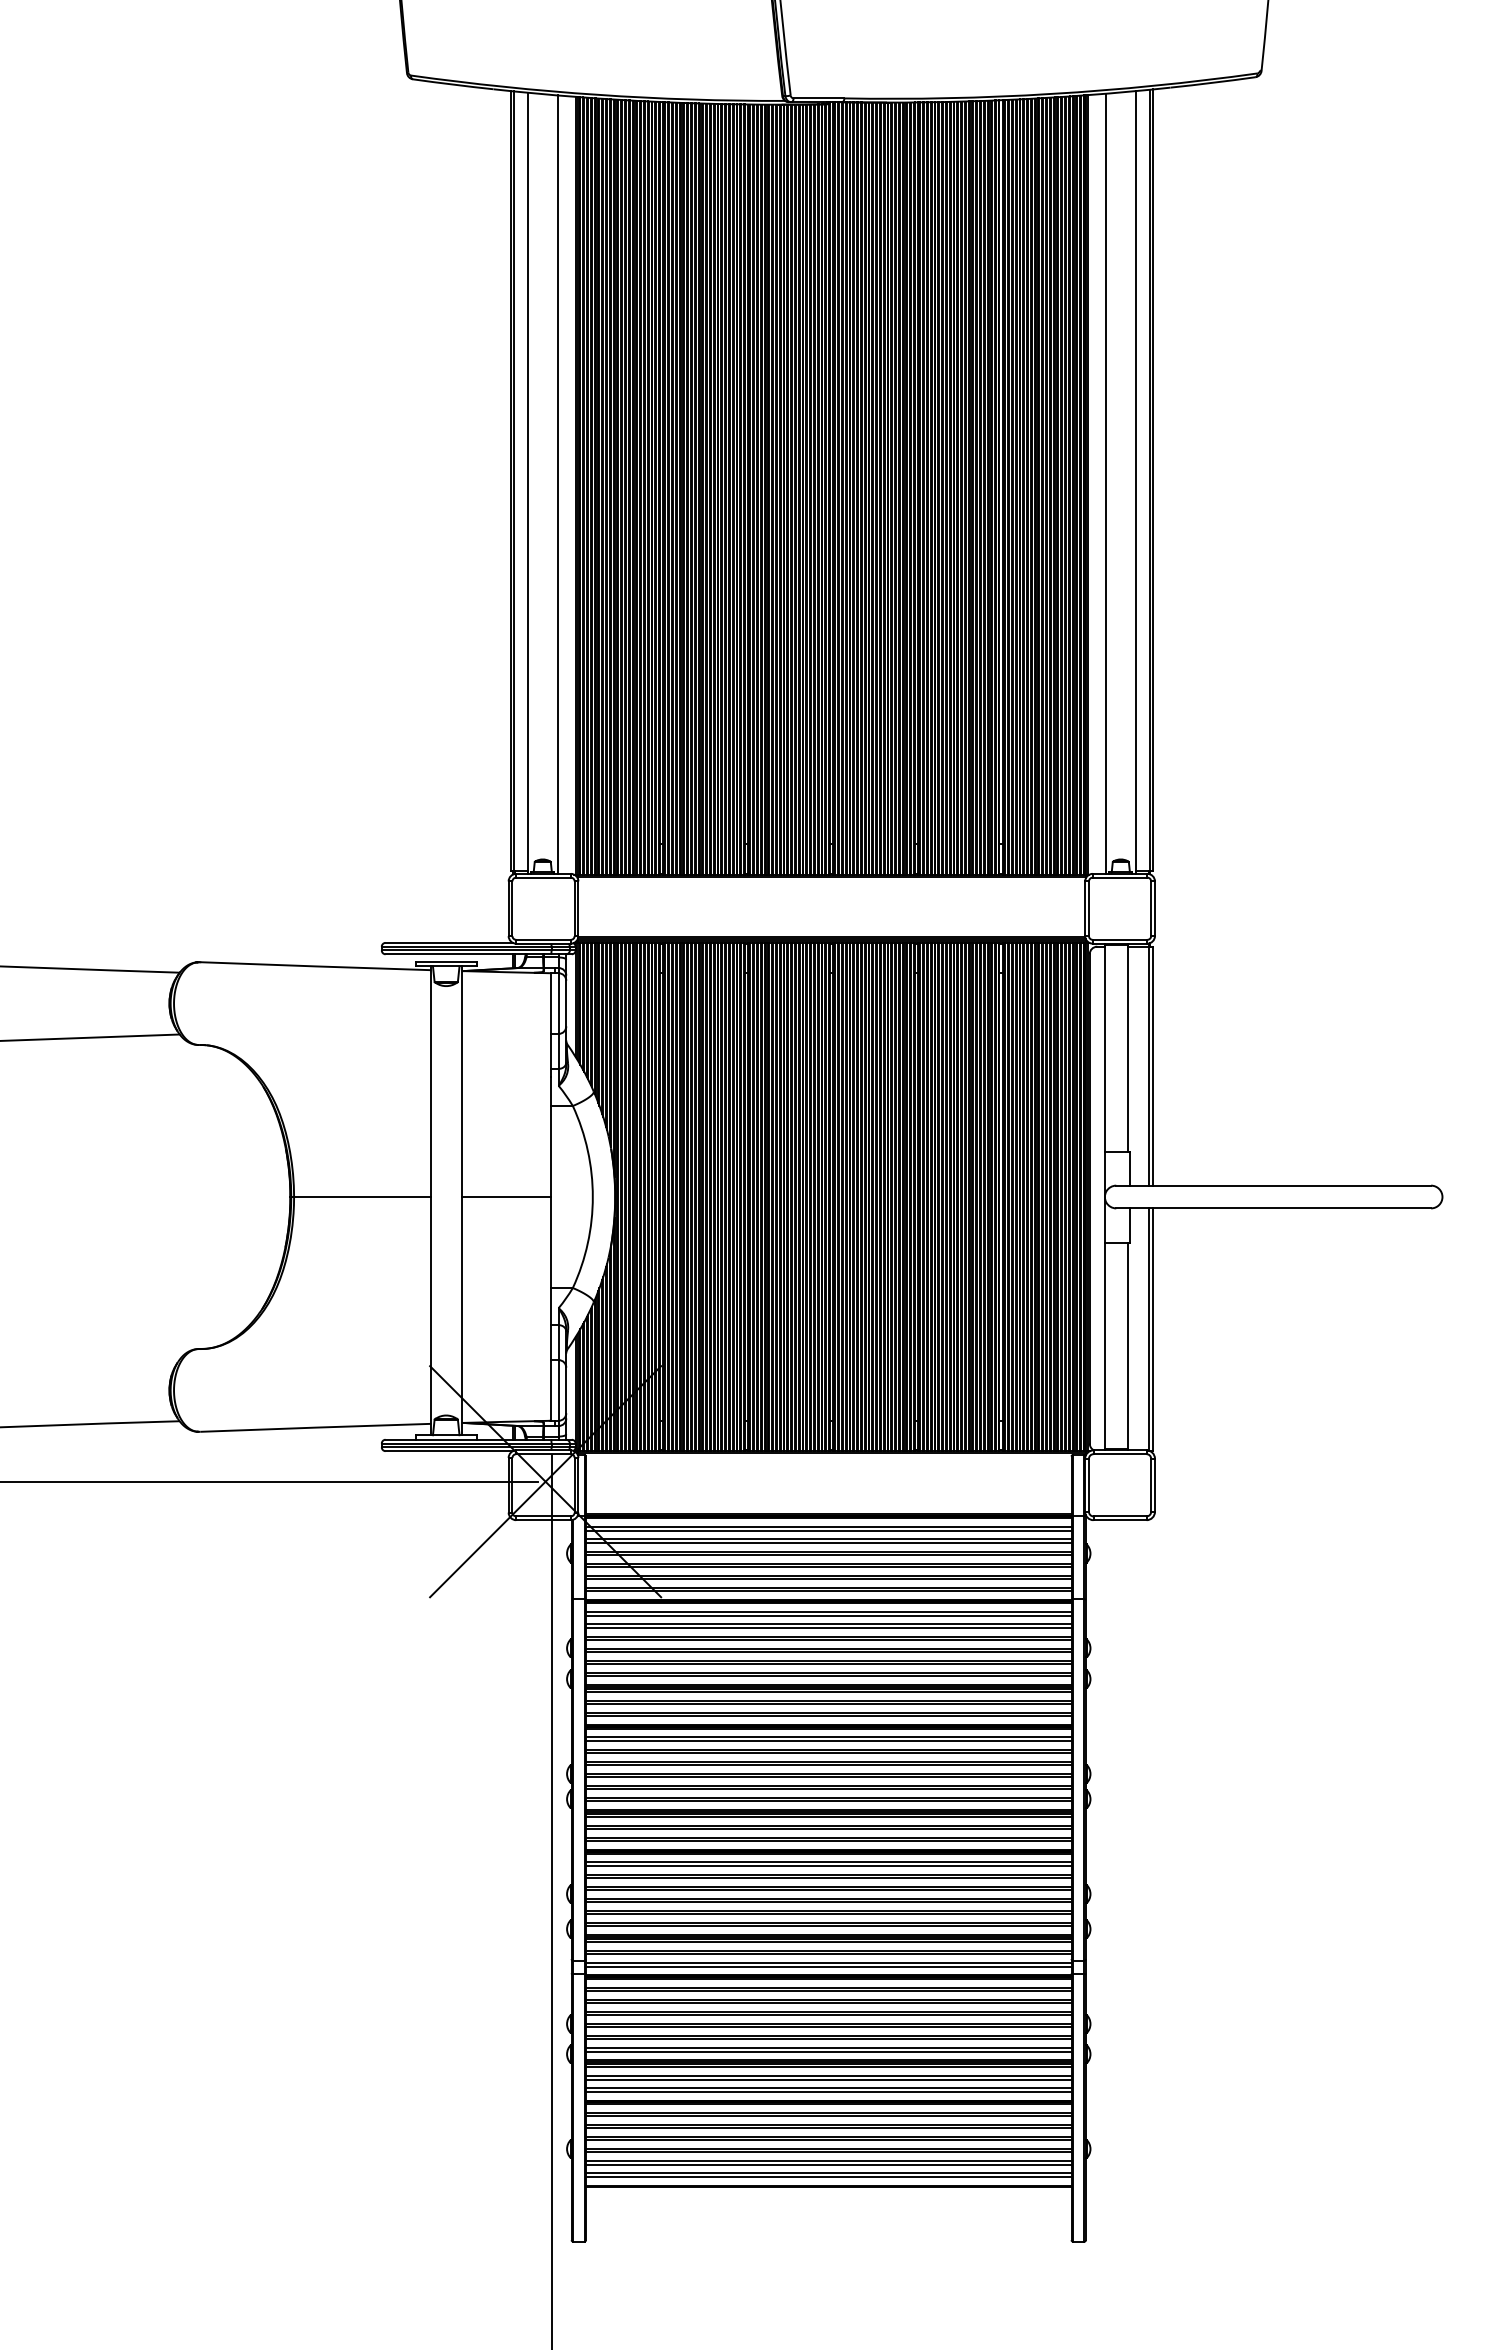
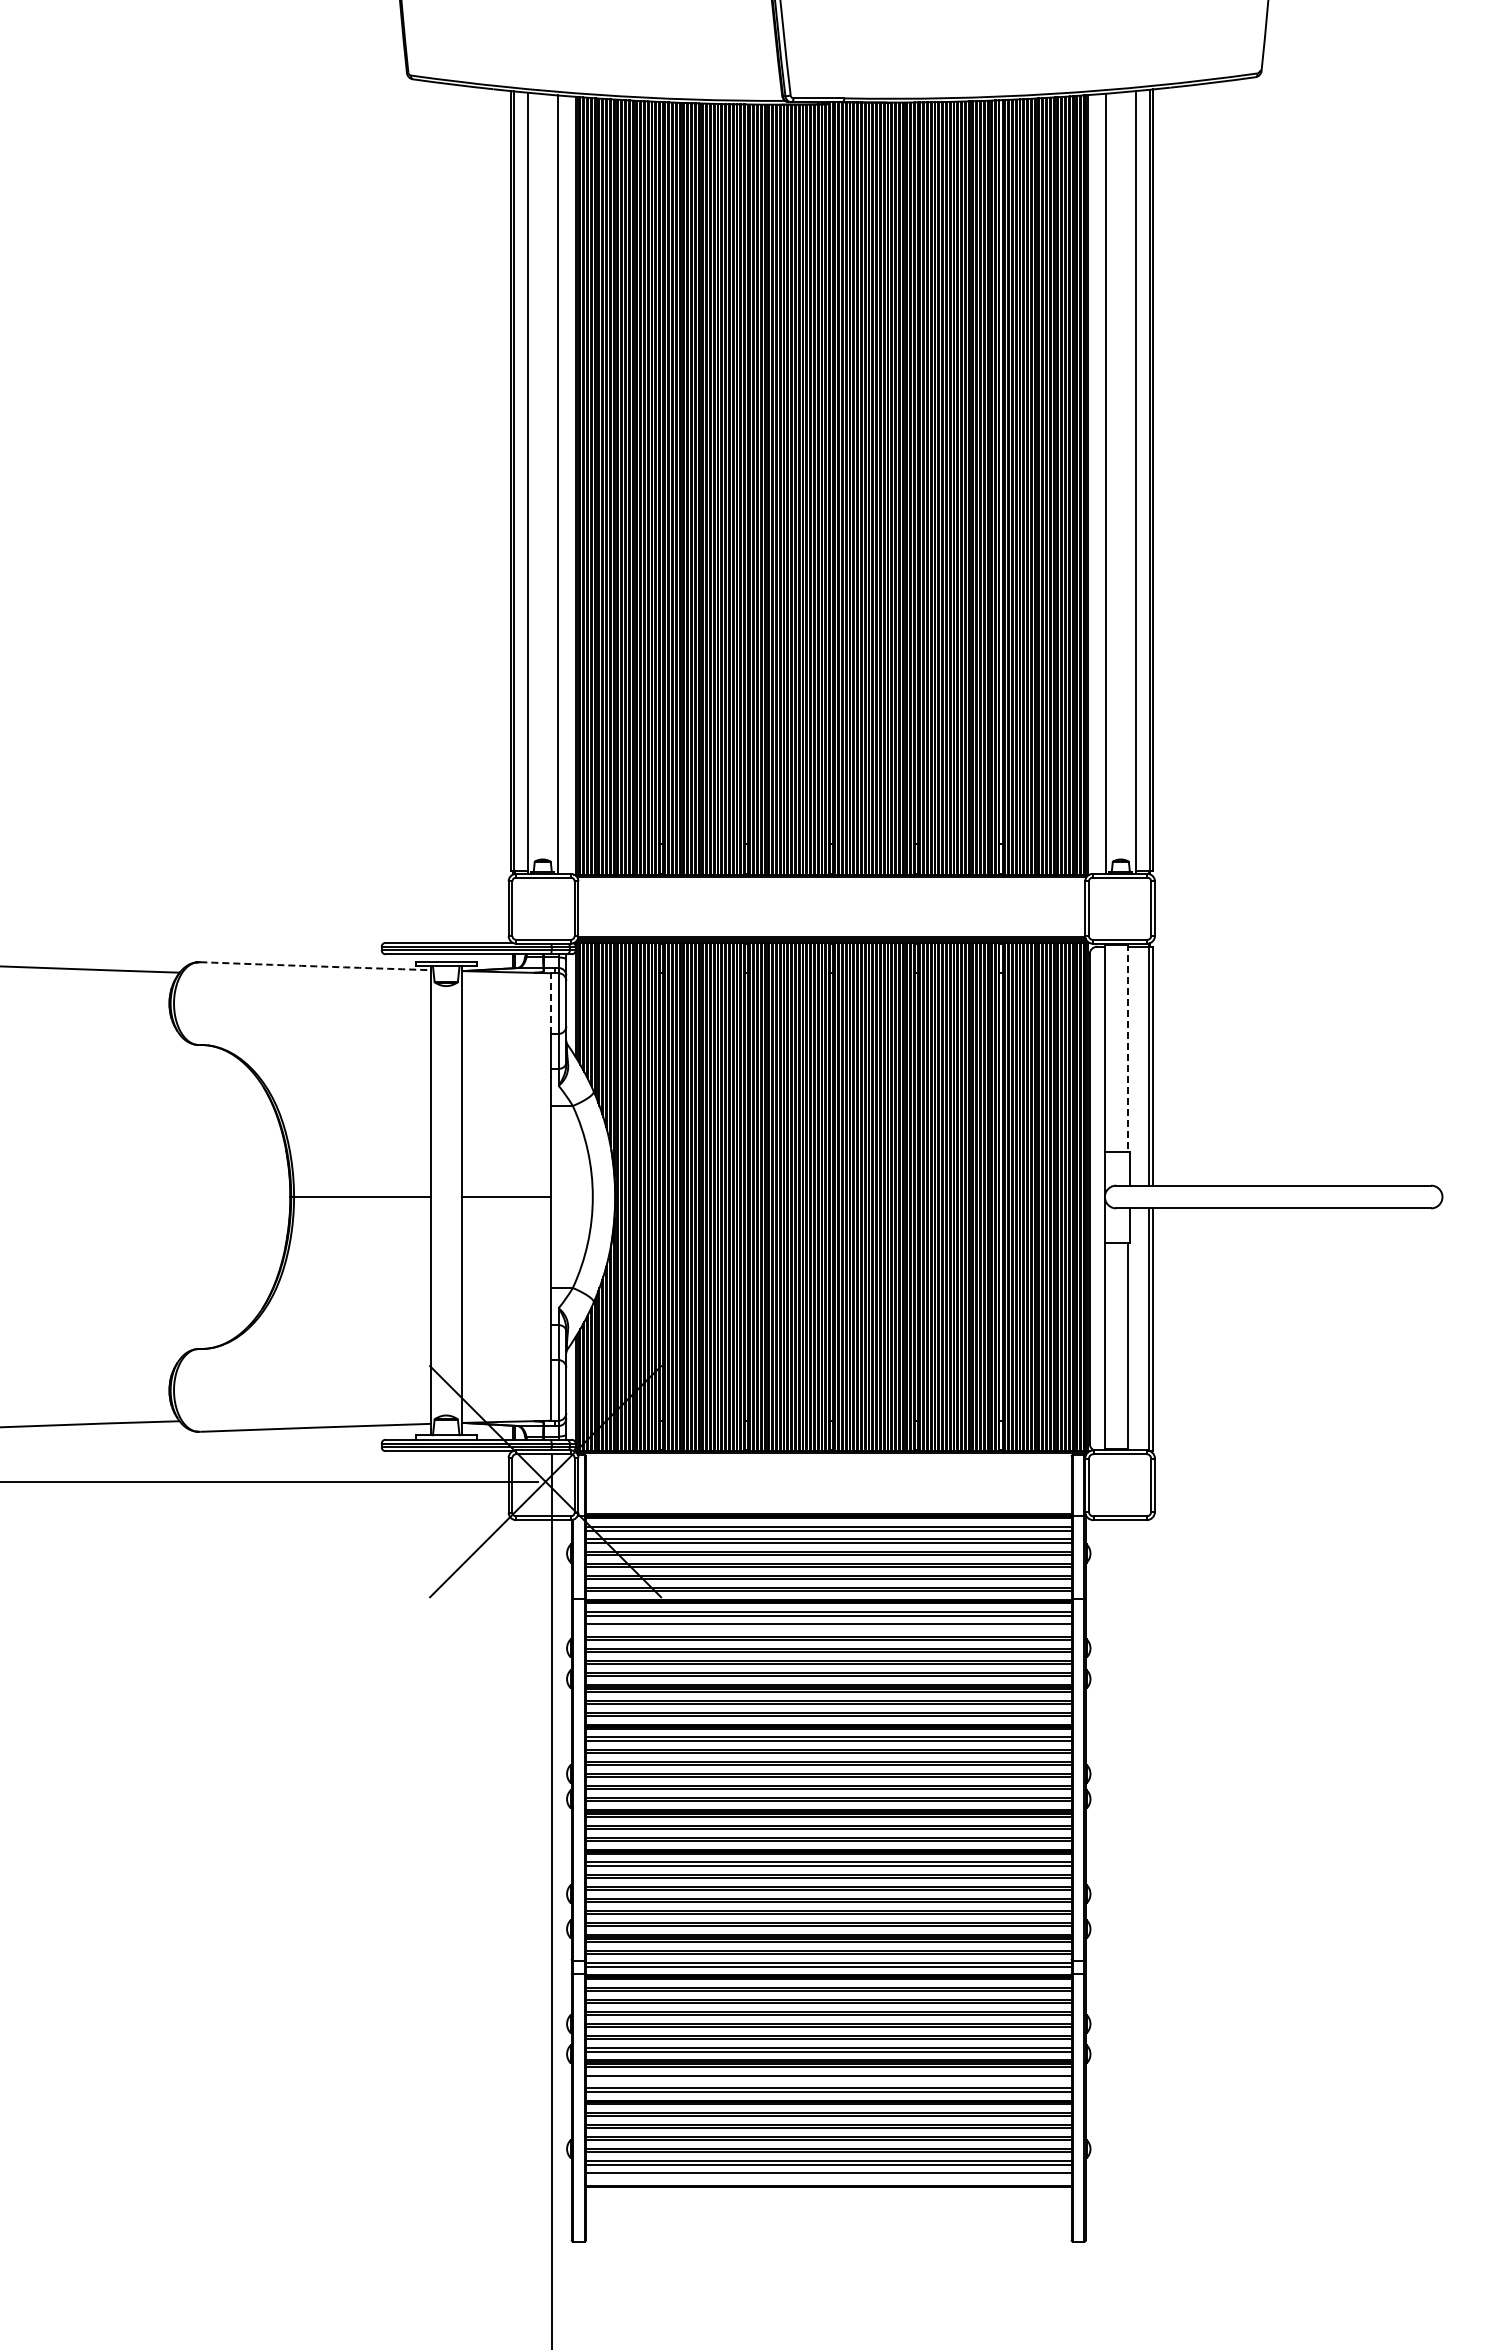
arc at (315, 966): solid -> dashed
line at (551, 1003): solid -> dashed
line at (90, 1037): present -> none
line at (1127, 1047): solid -> dashed
line at (828, 1627): present -> none
line at (828, 2079): present -> none
line at (828, 2176): present -> none
